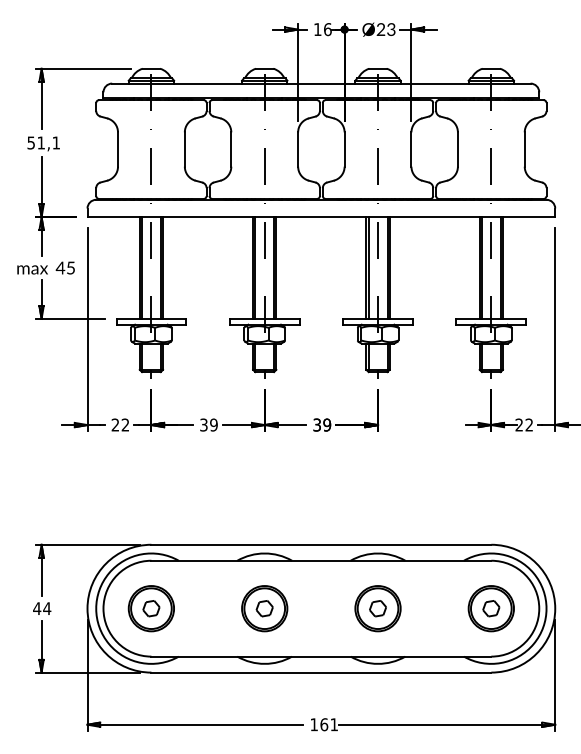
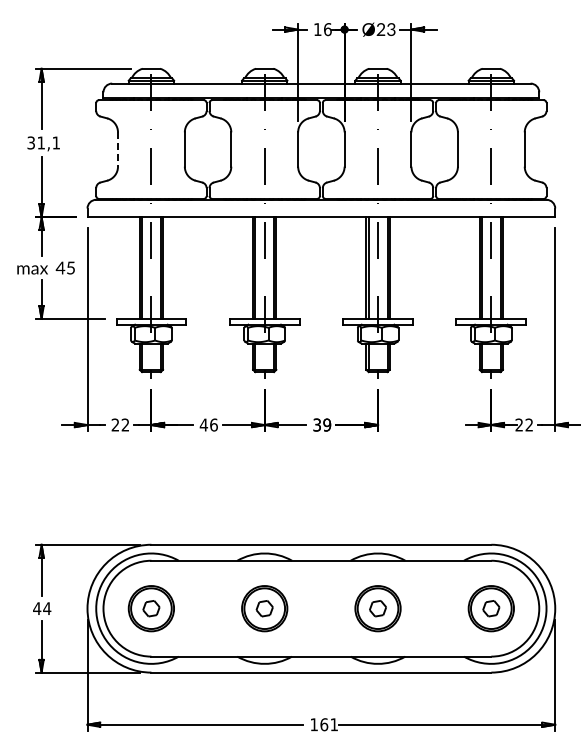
text at (30, 142): 51,1 -> 31,1
line at (118, 150): solid -> dashed
text at (208, 424): 39 -> 46
